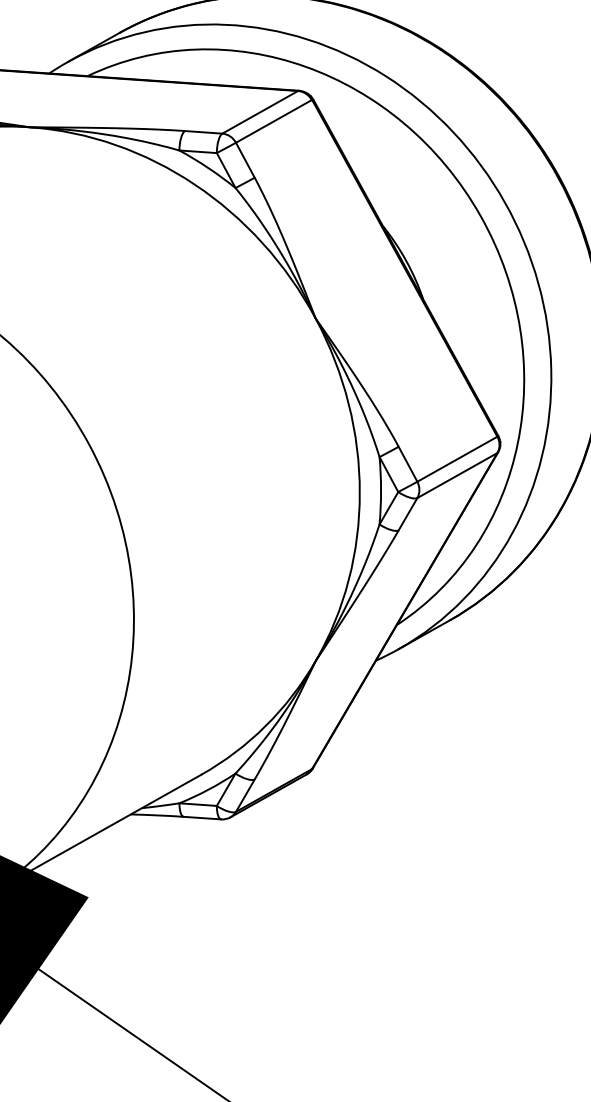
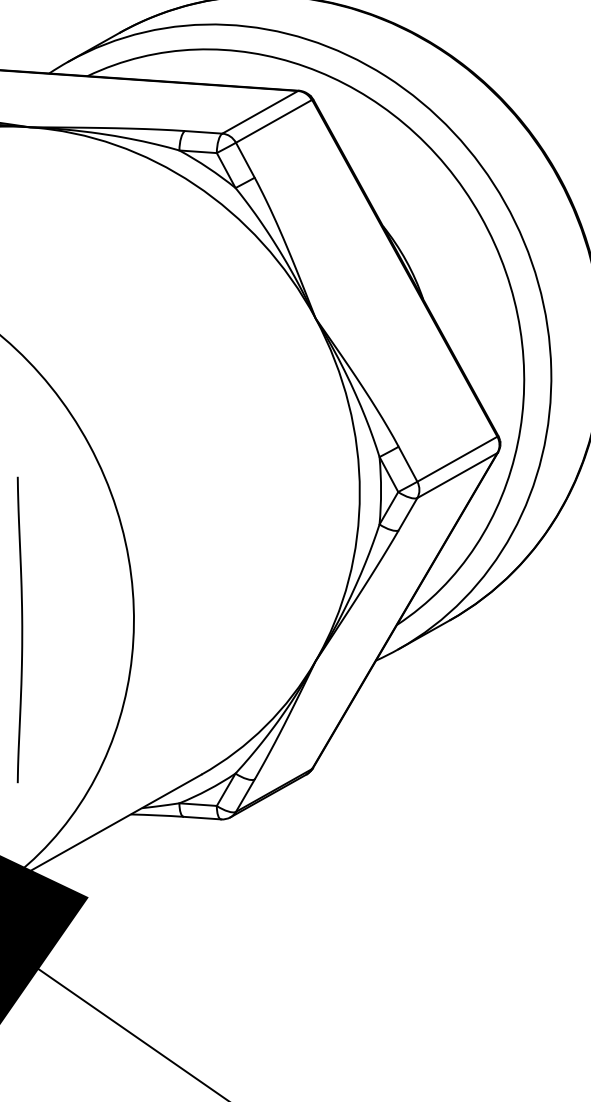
curve at (21, 629): none -> present
